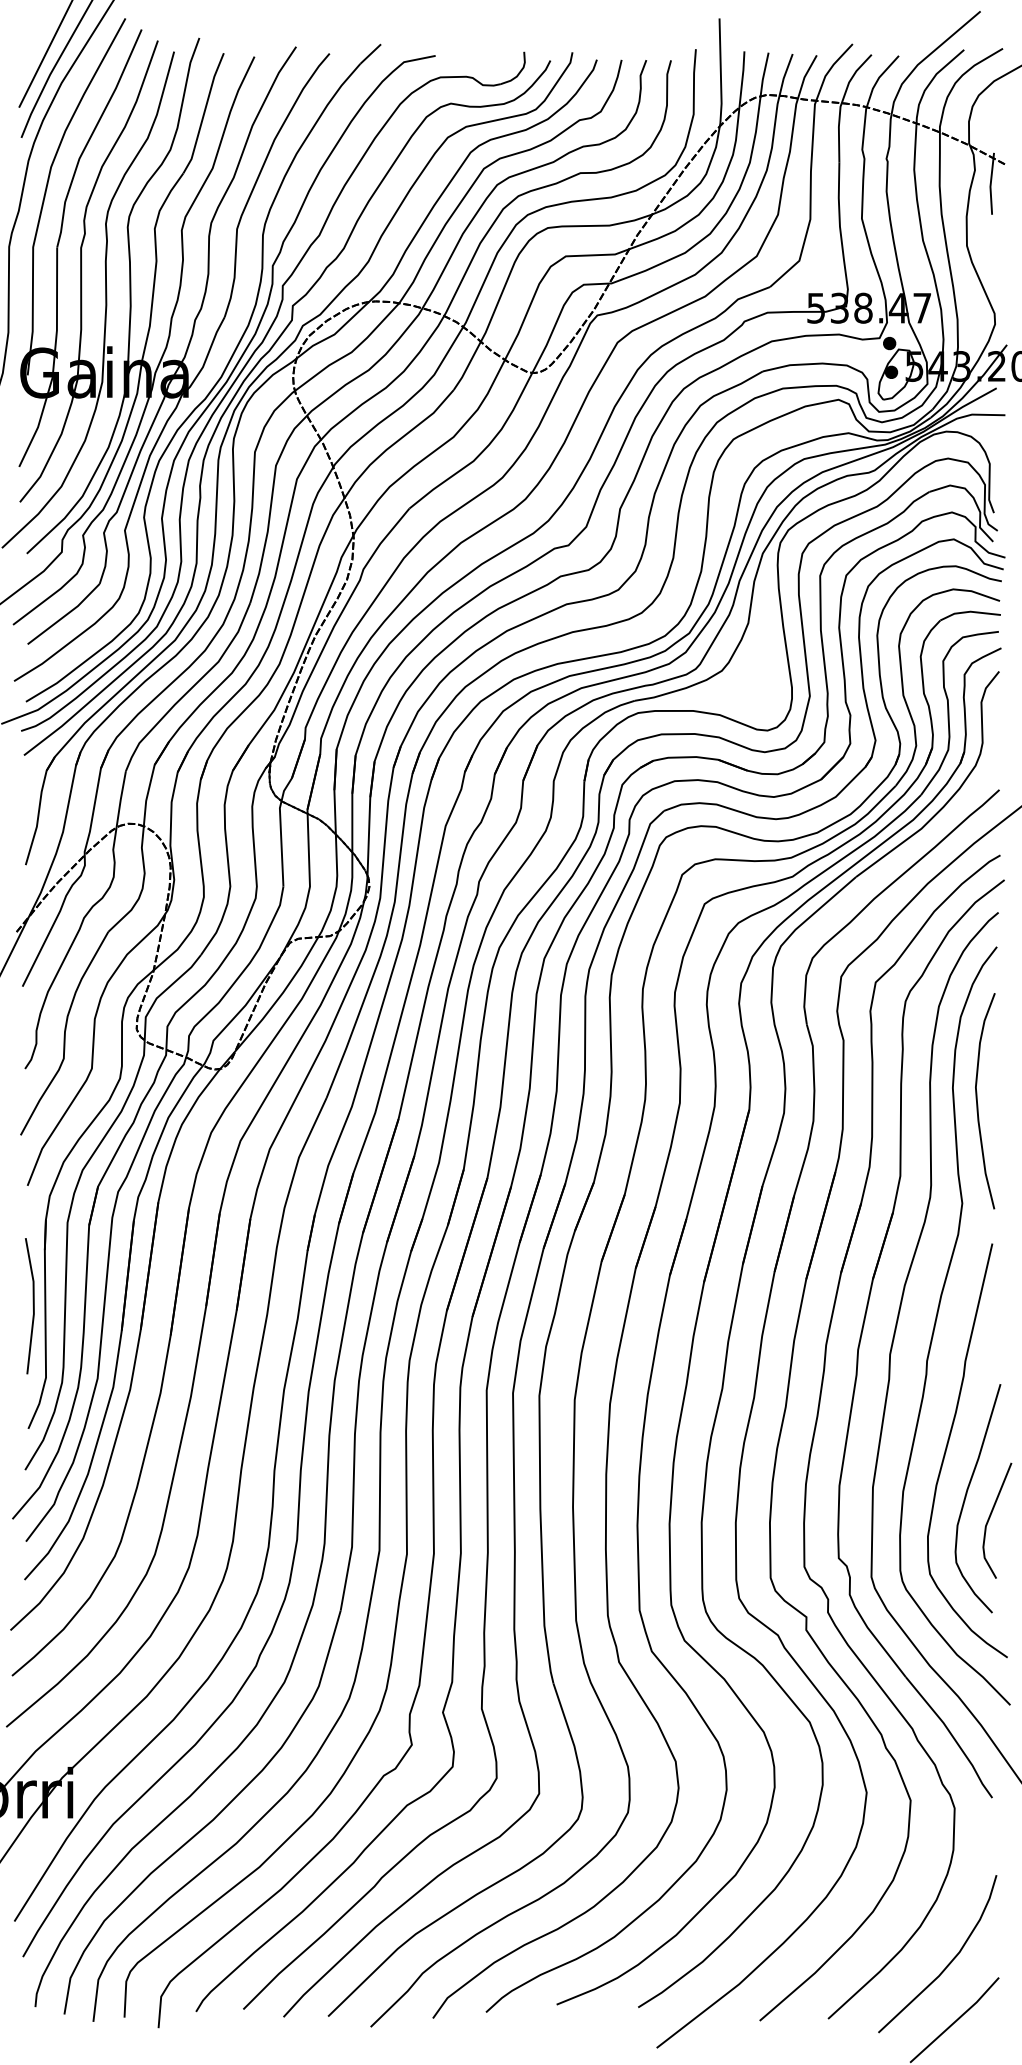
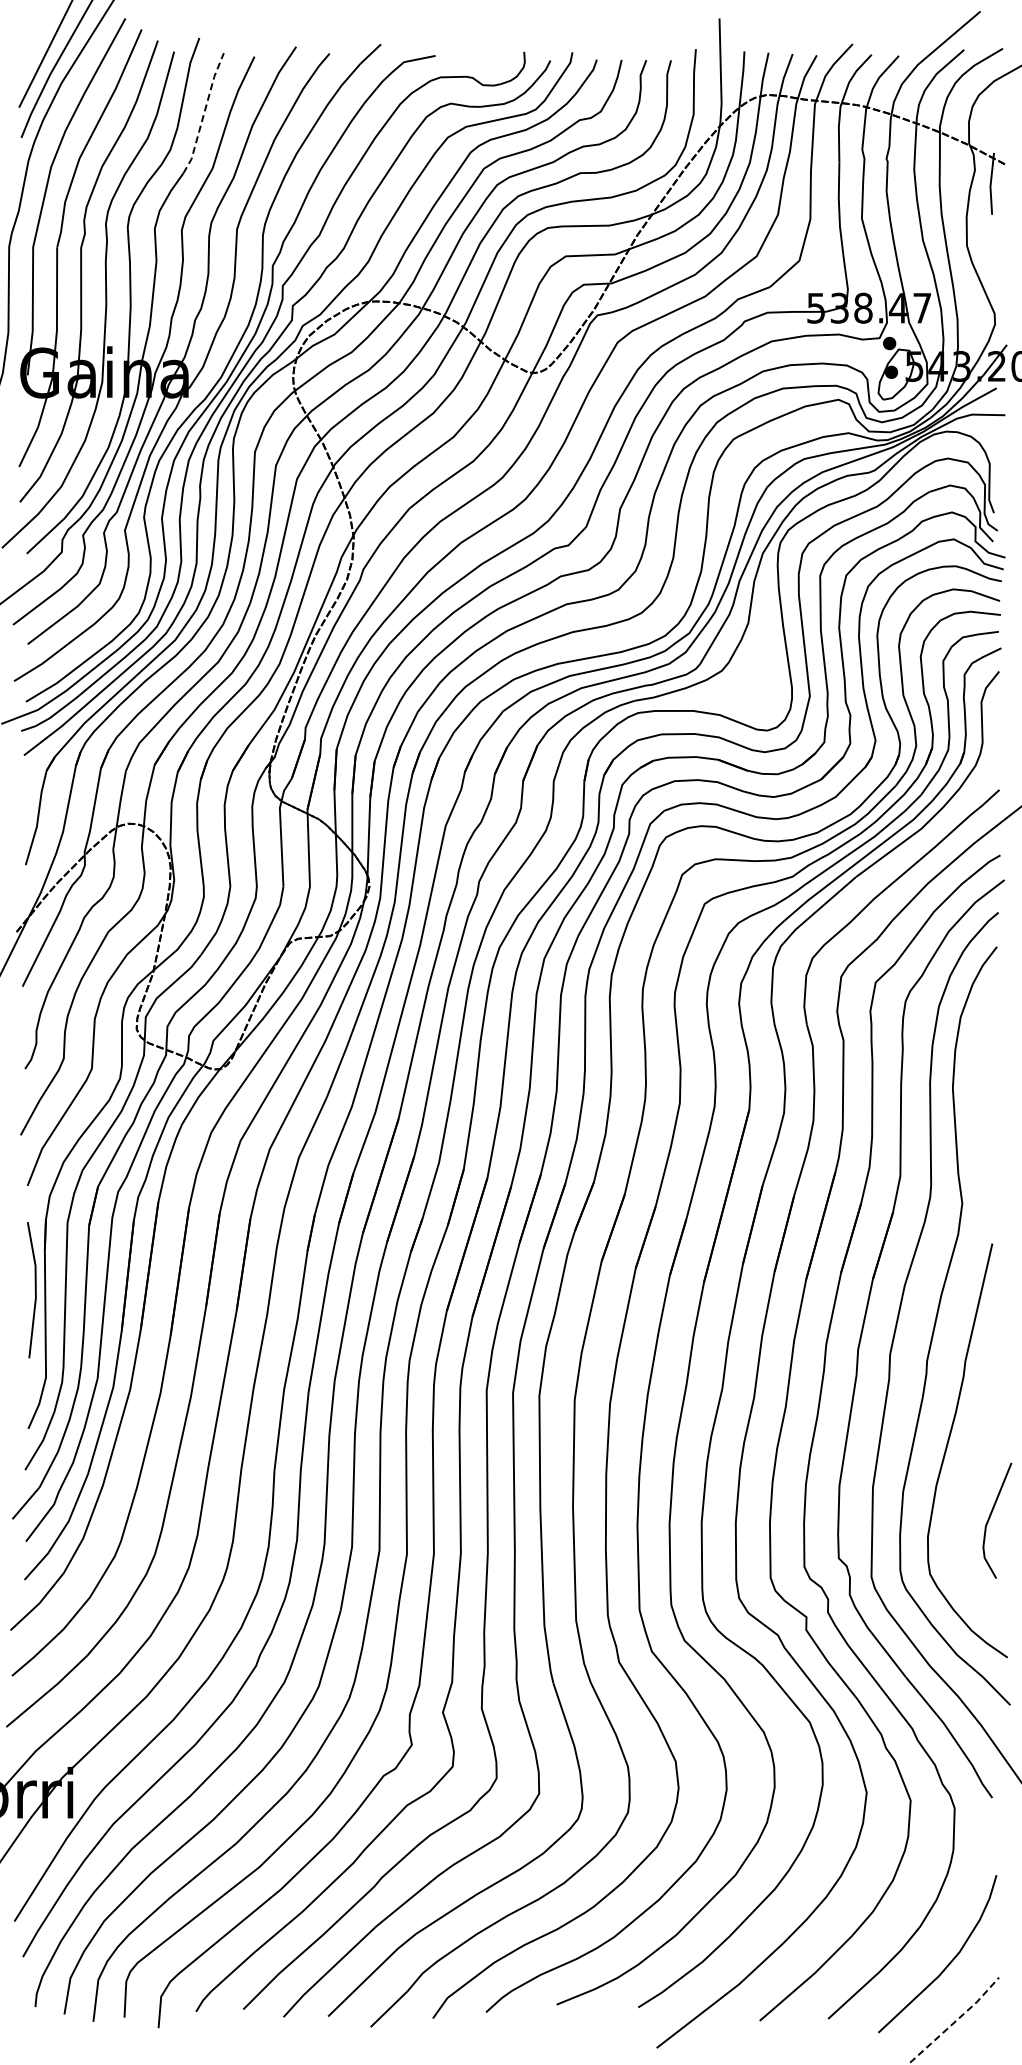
line at (204, 113): solid -> dashed
curve at (978, 1104): present -> none
line at (32, 1306) position: (32, 1306) -> (34, 1290)
curve at (966, 1497): present -> none
line at (956, 2020): solid -> dashed
